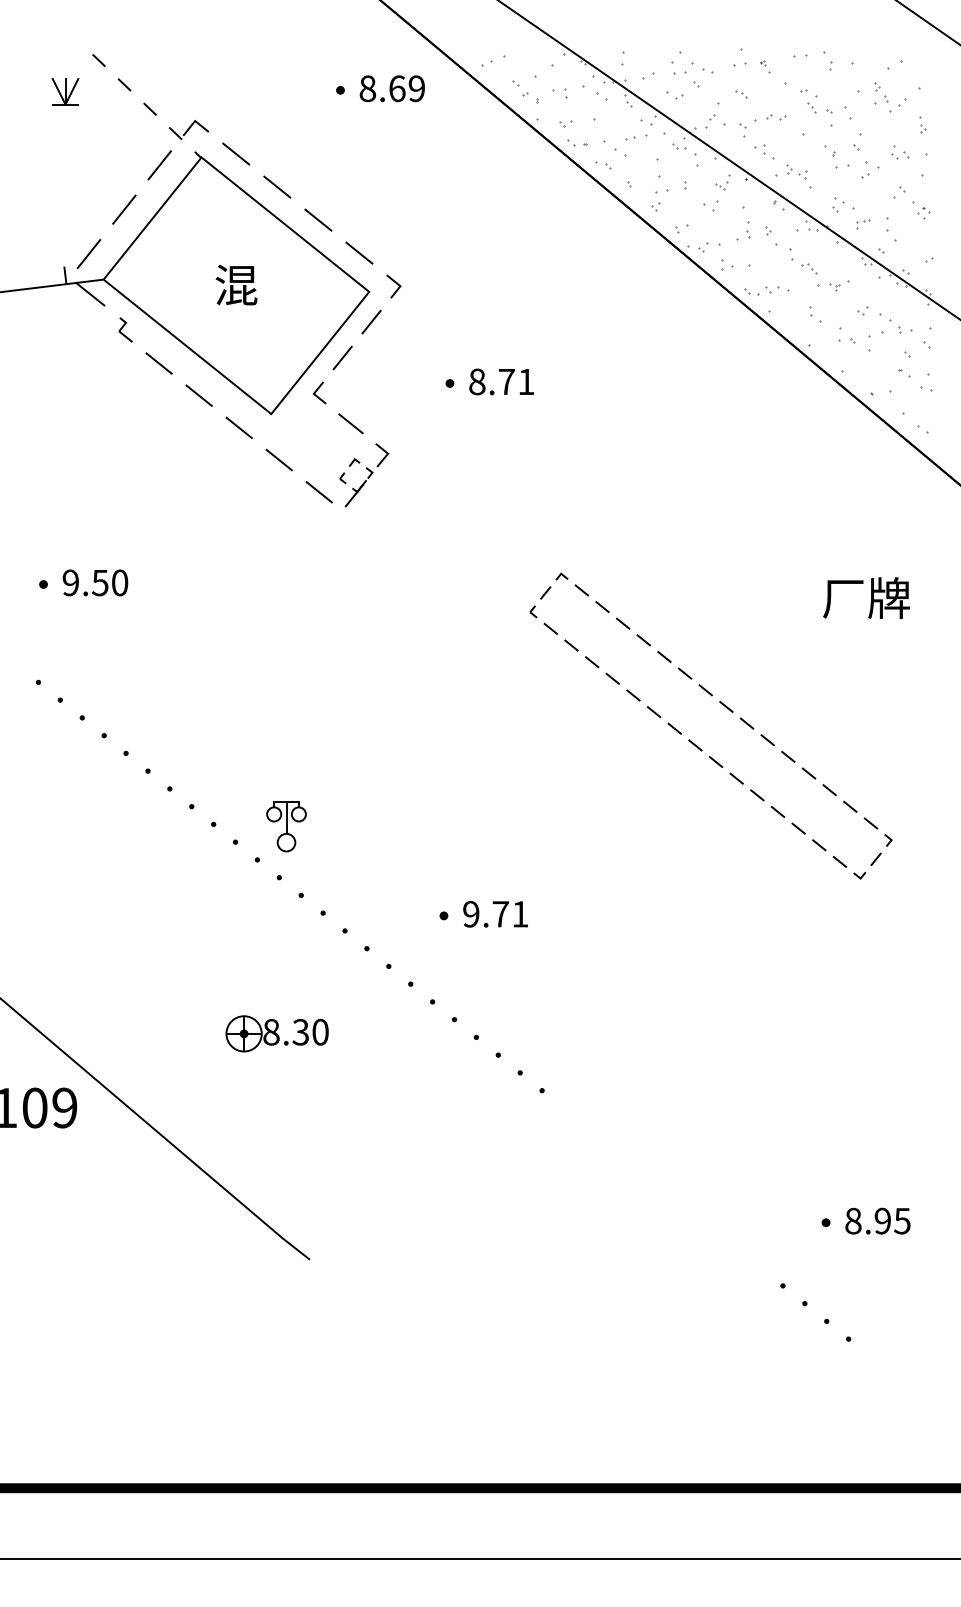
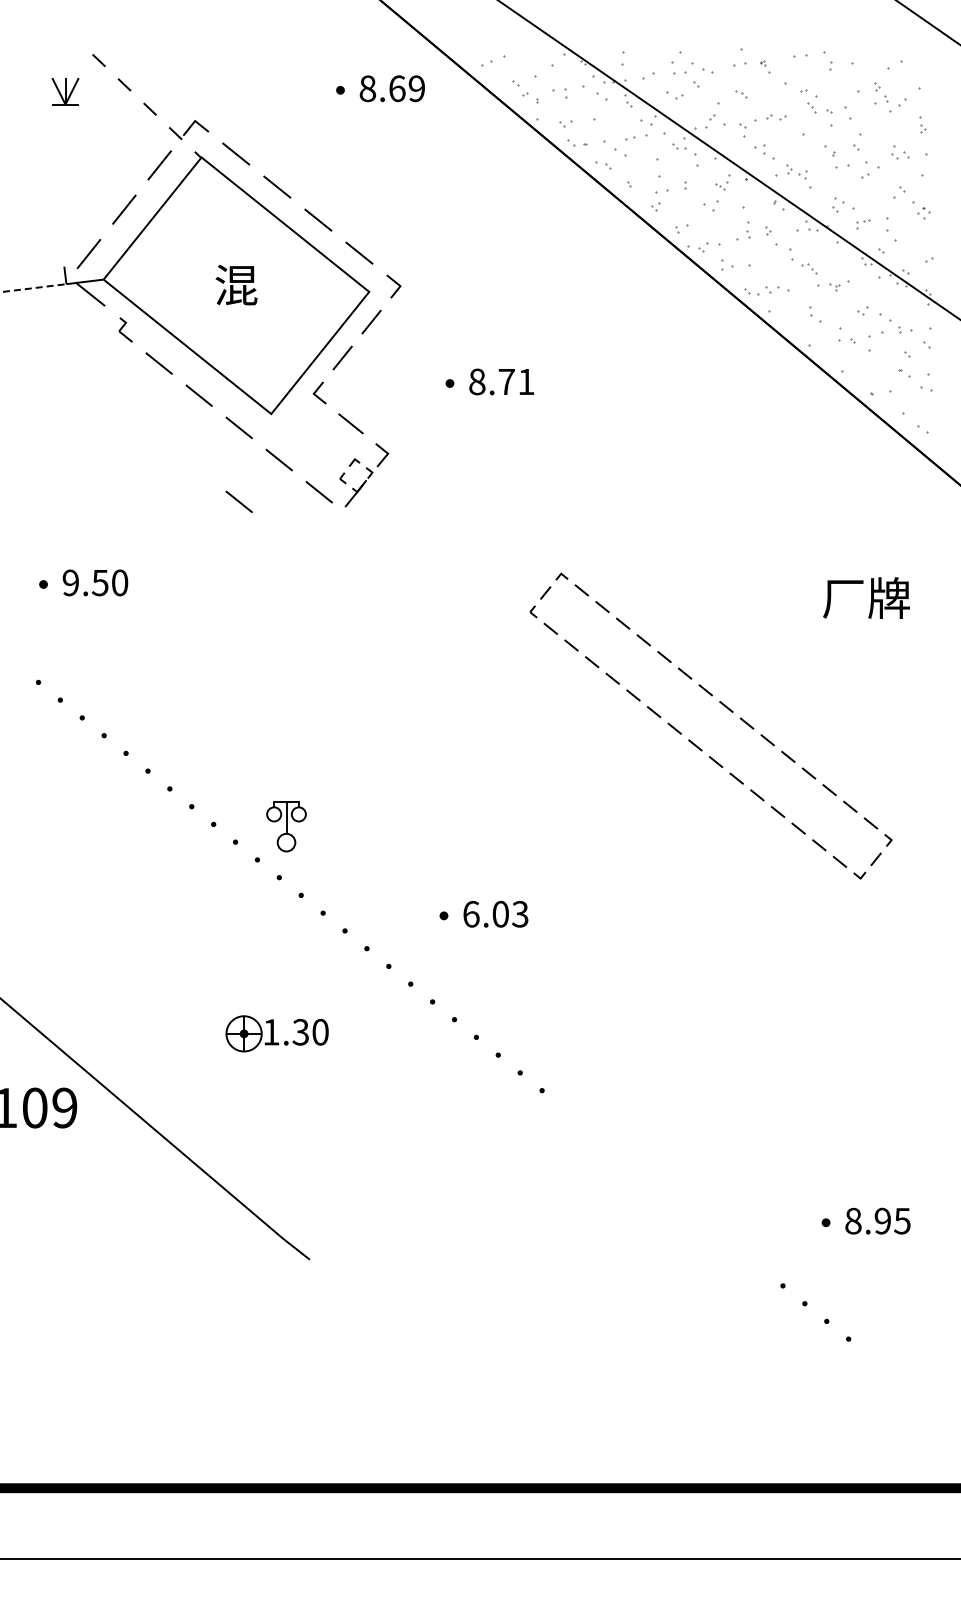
line at (33, 288): solid -> dashed
line at (238, 501): none -> present
text at (495, 913): 9.71 -> 6.03
text at (271, 1032): 8.30 -> 1.30
